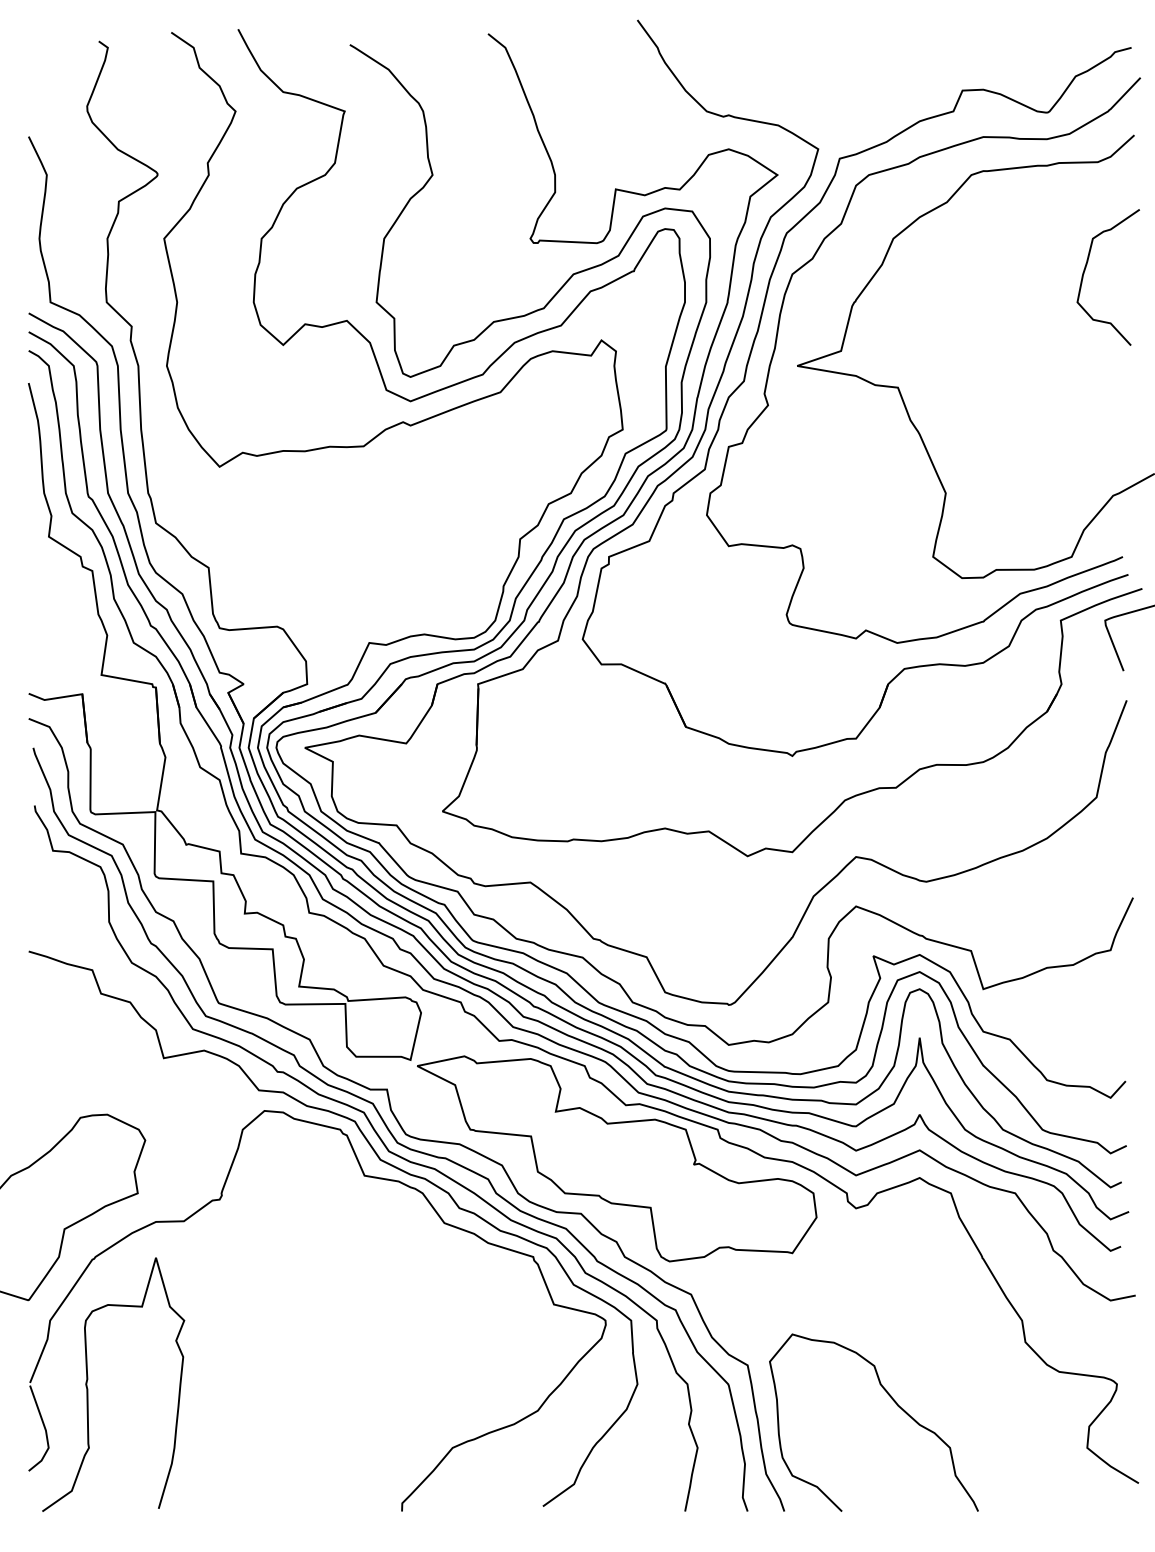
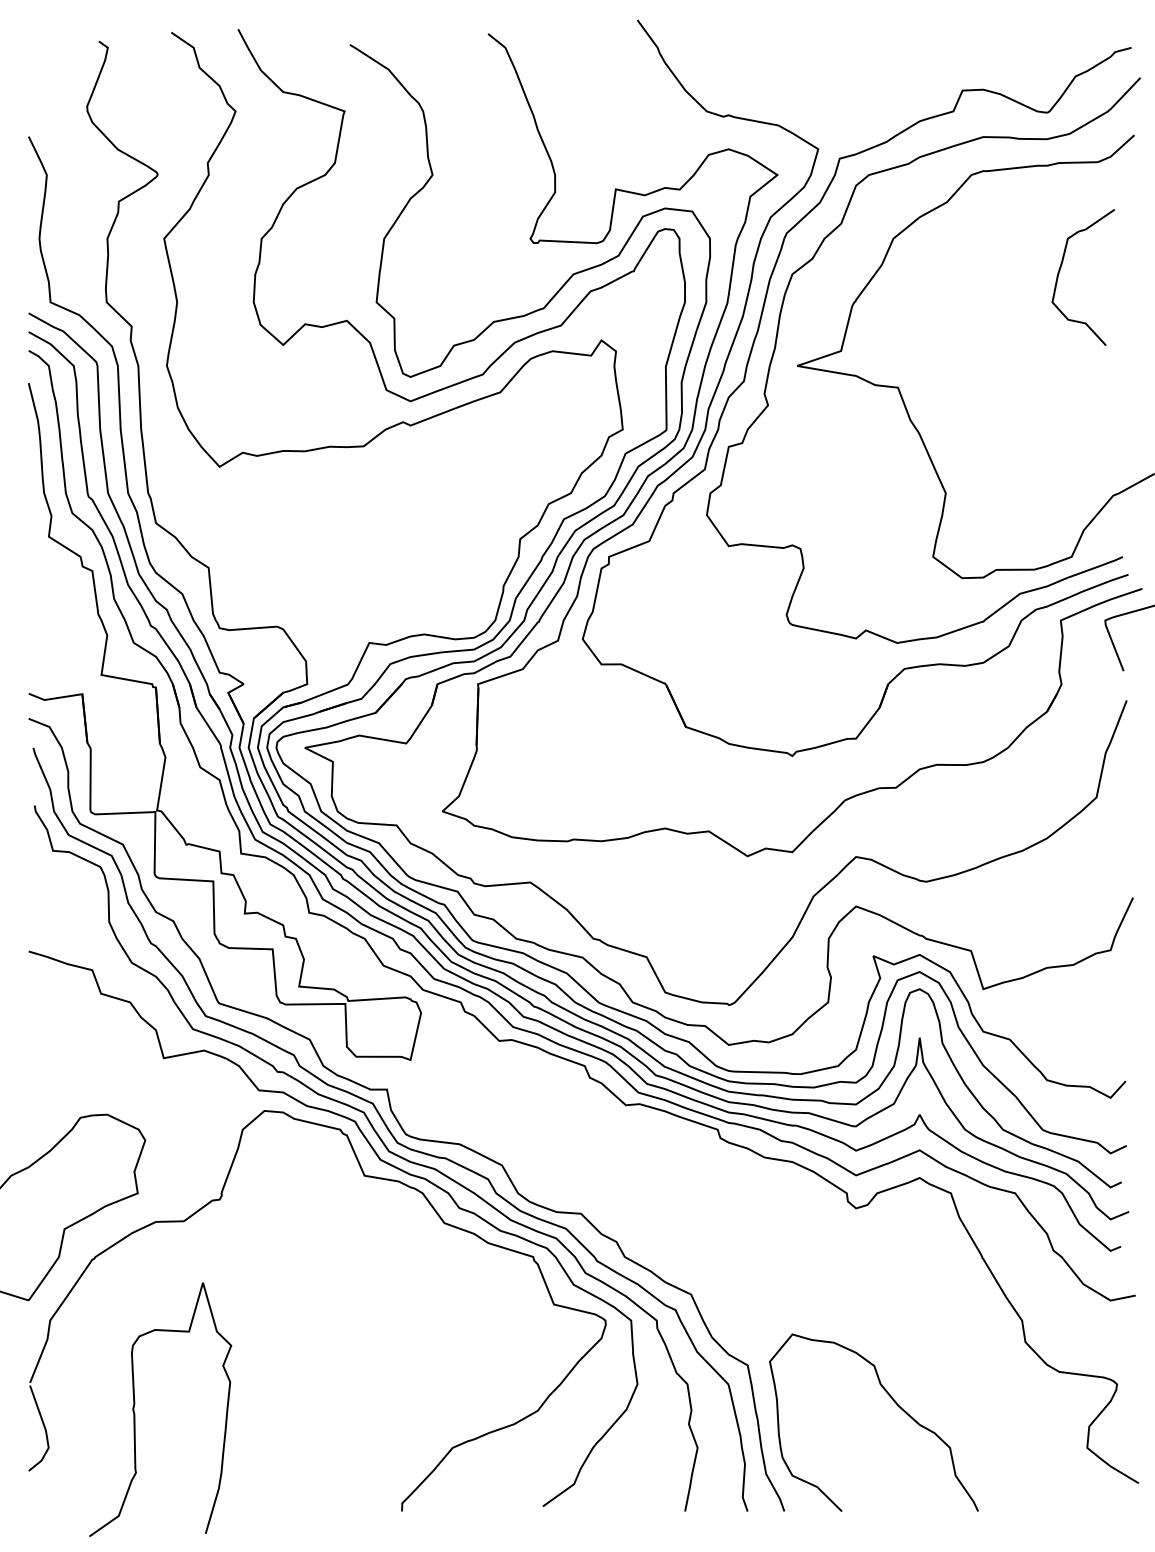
curve at (1085, 270) position: (1085, 270) -> (1060, 270)
part at (617, 1158): present -> none
curve at (88, 1388) position: (88, 1388) -> (135, 1413)
